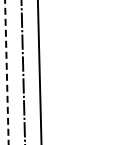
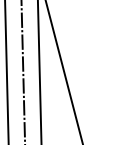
line at (64, 71): none -> present
line at (6, 72): dashed -> solid
